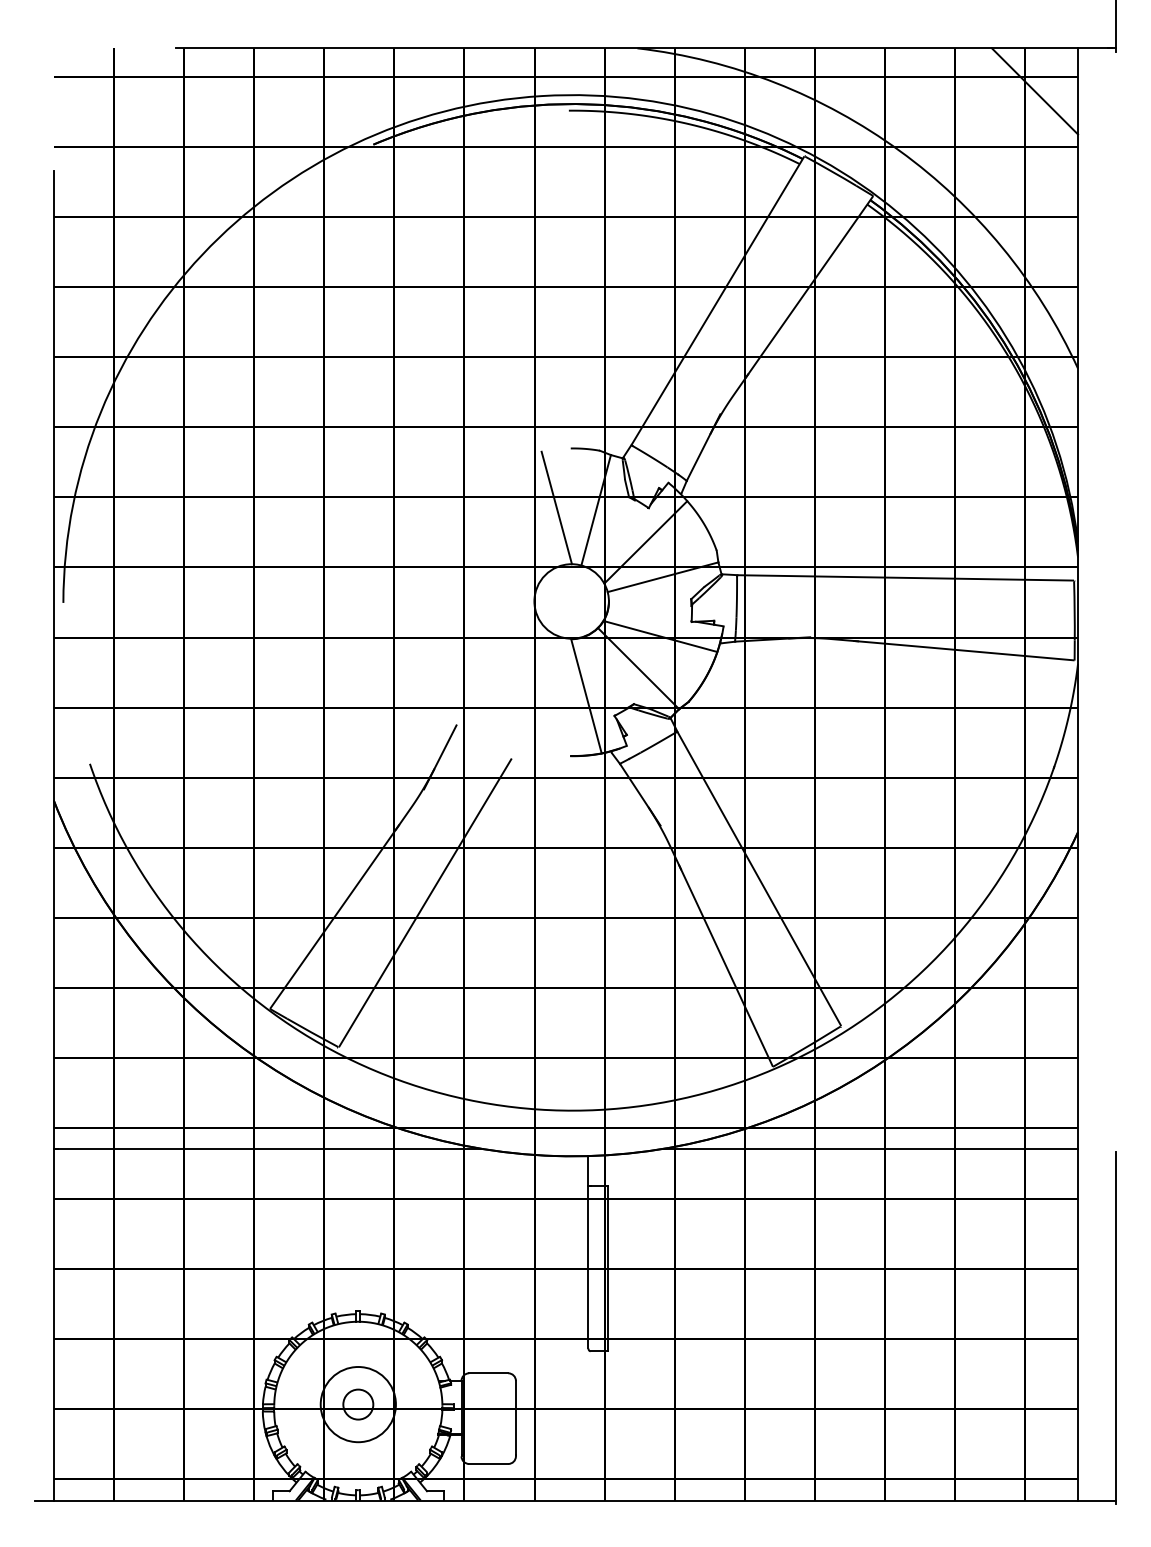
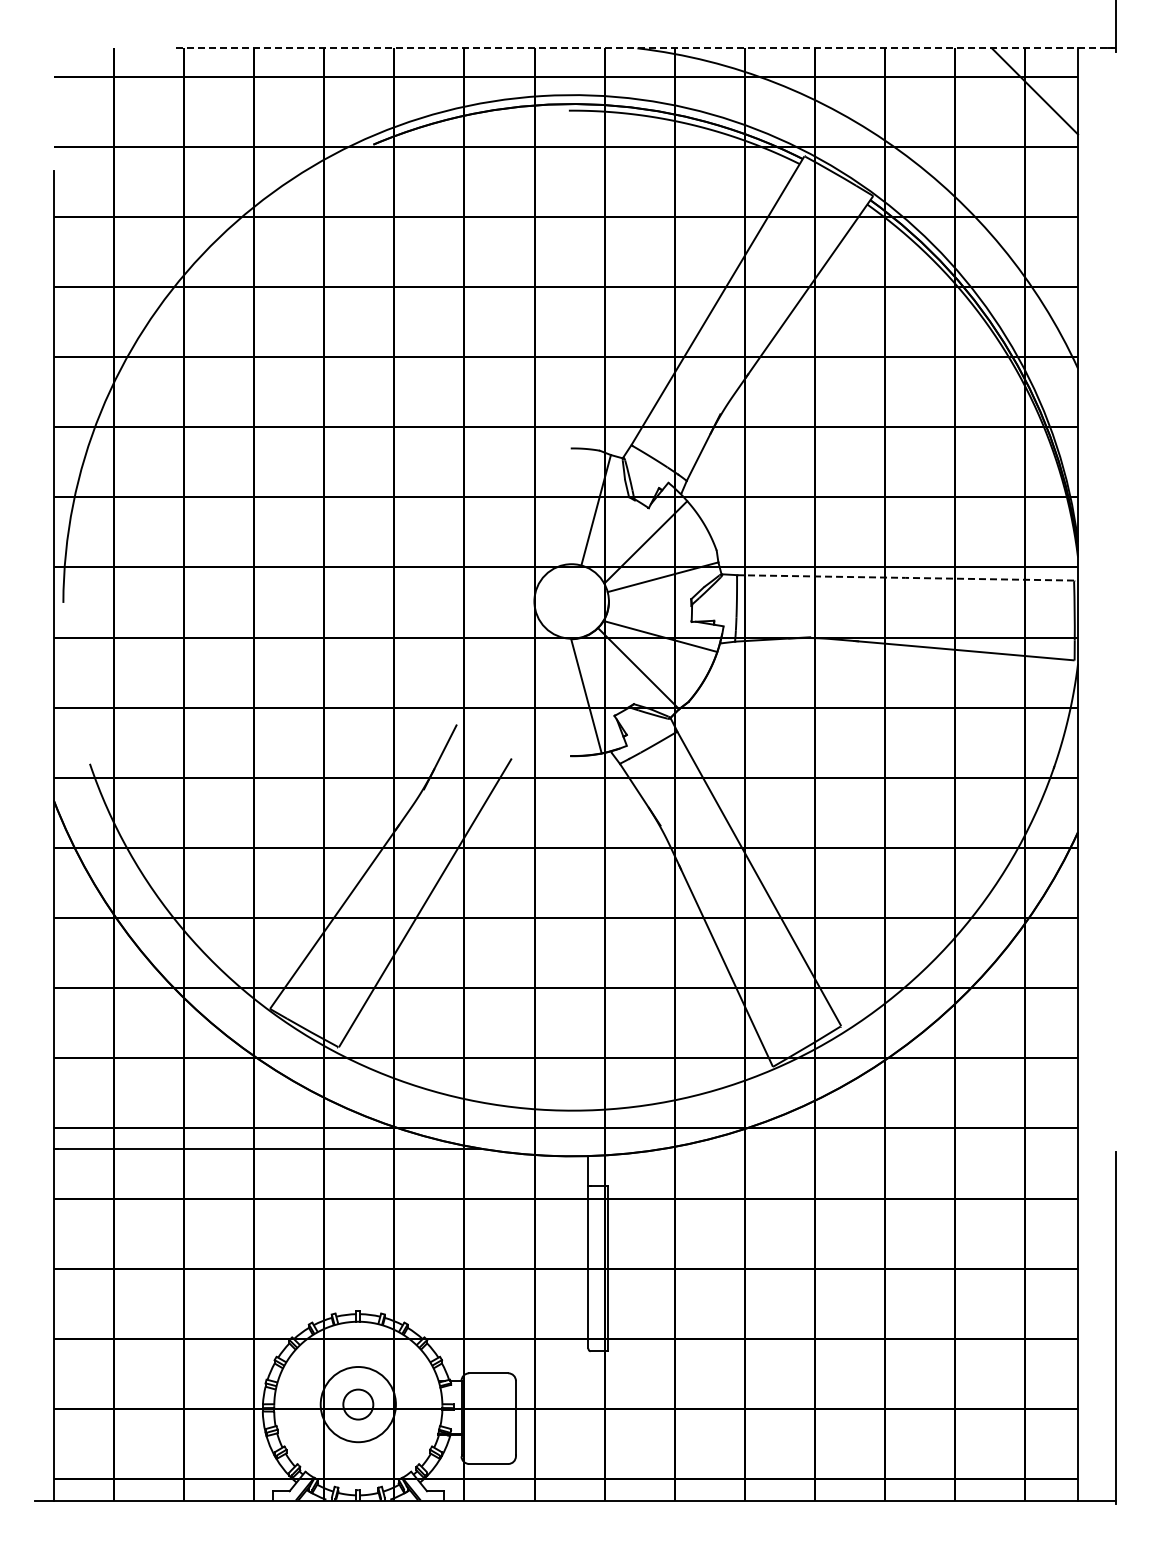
line at (646, 48): solid -> dashed
line at (556, 507): present -> none
line at (905, 577): solid -> dashed
line at (870, 1148): present -> none
